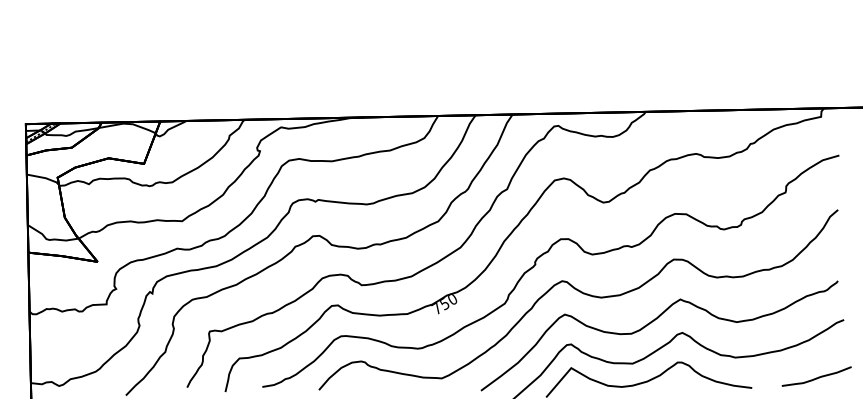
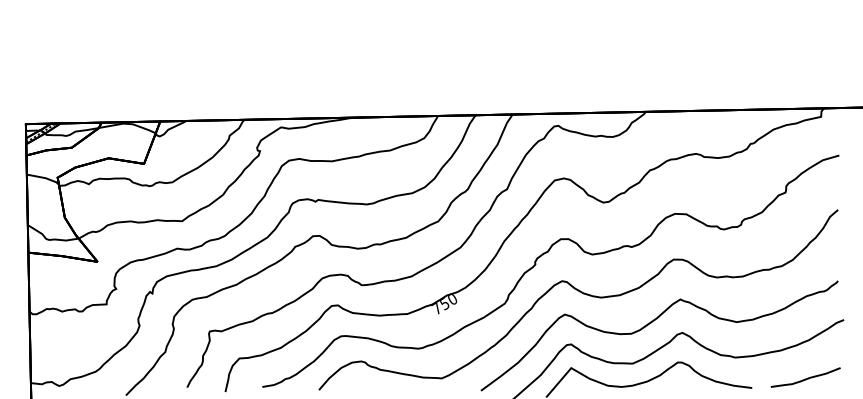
curve at (816, 377) position: (816, 377) -> (805, 378)
